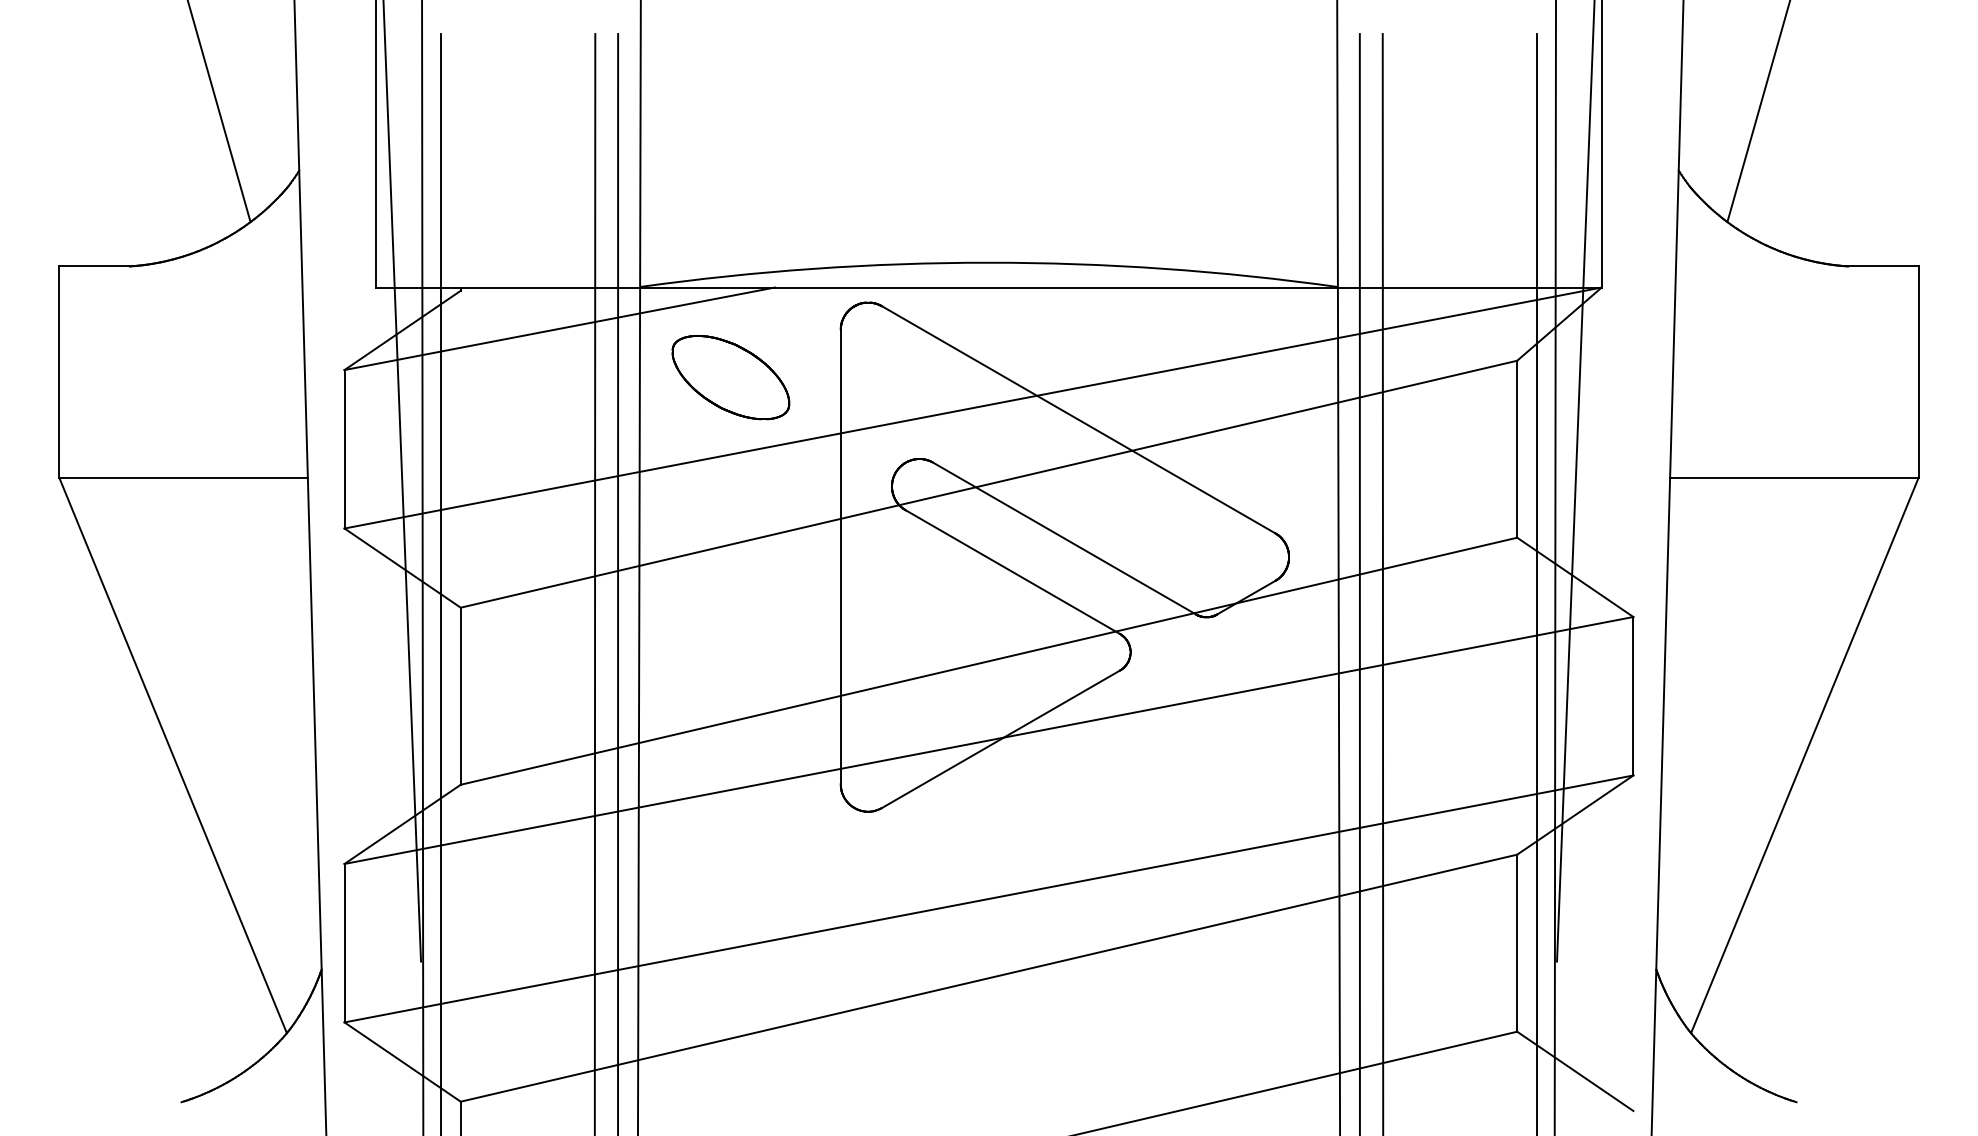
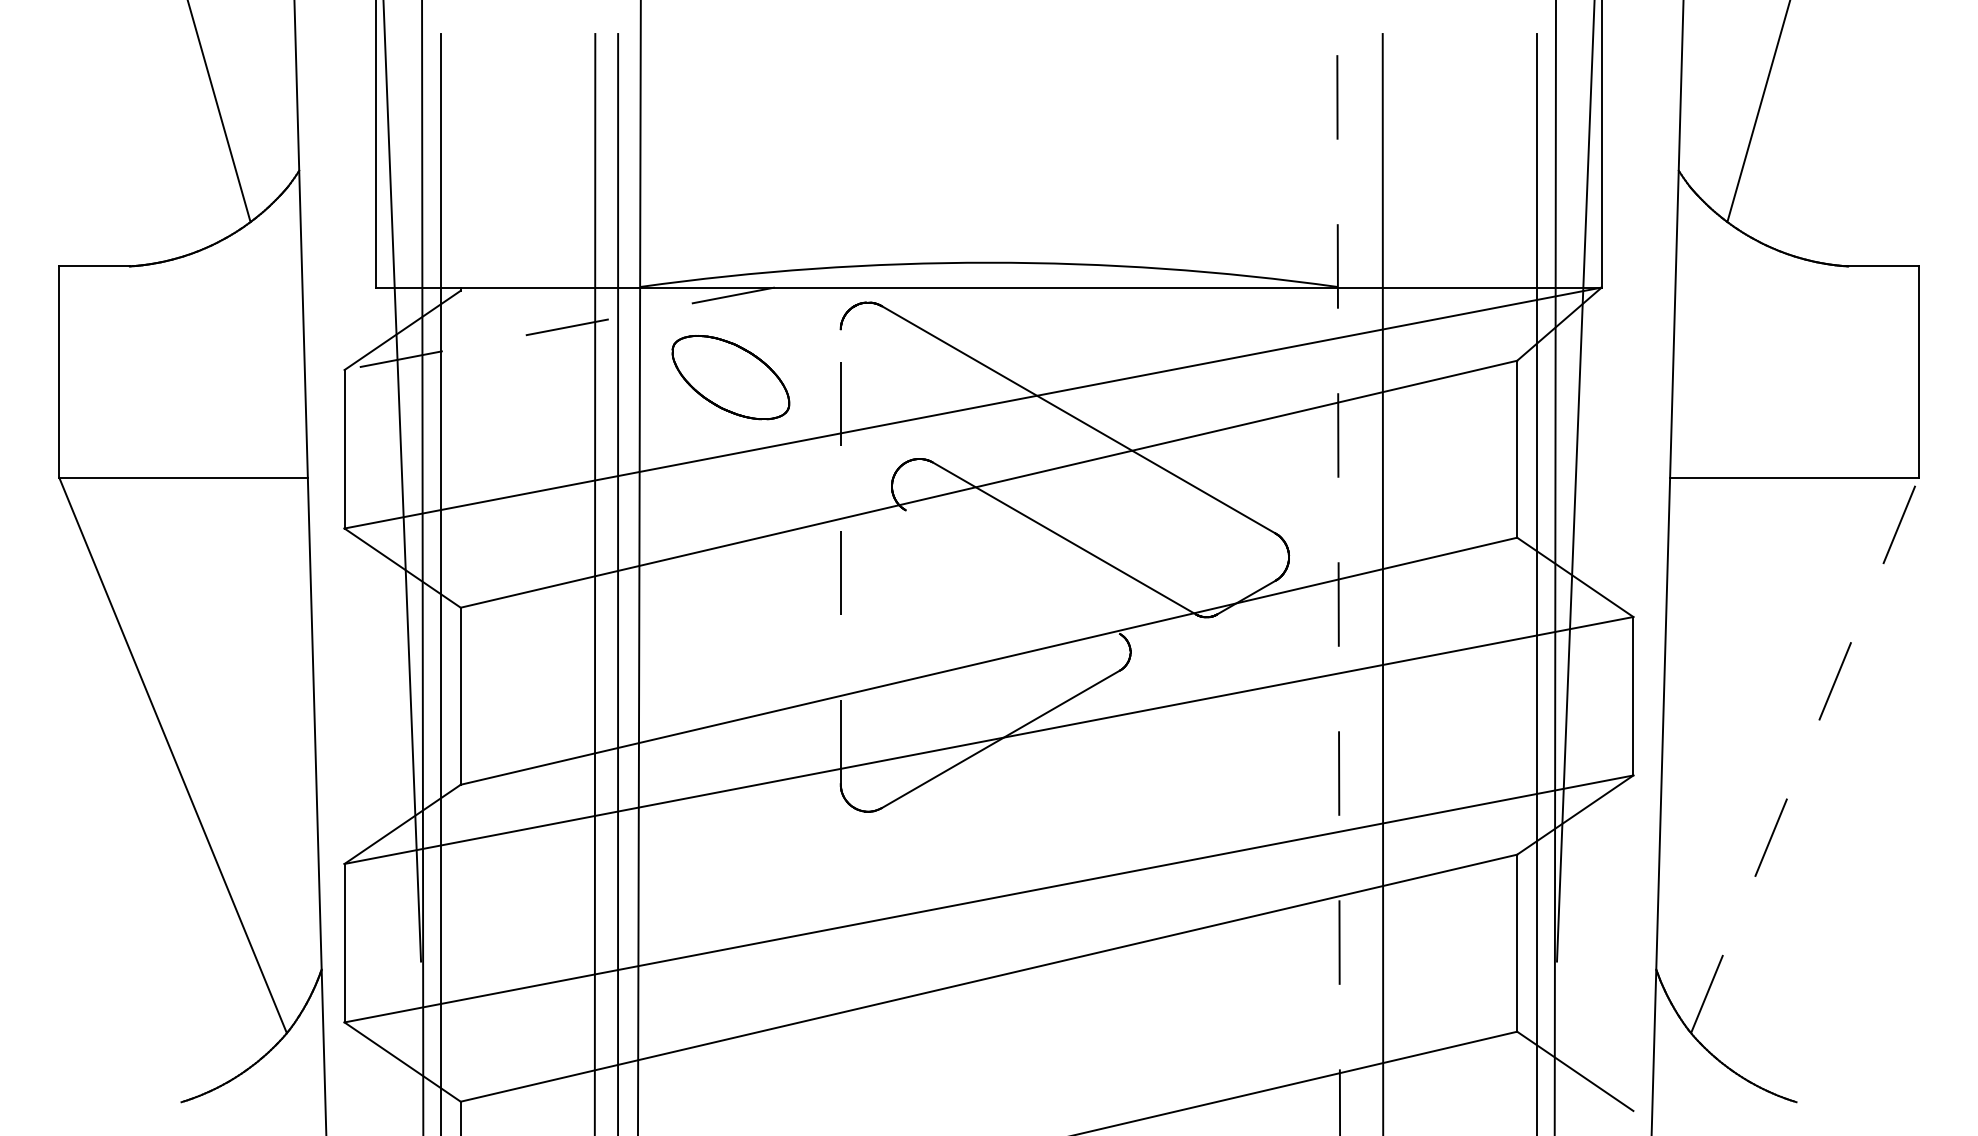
line at (559, 328): solid -> dashed
line at (840, 556): solid -> dashed
line at (1338, 567): solid -> dashed
line at (1012, 572): present -> none
line at (1359, 583): present -> none
line at (1805, 755): solid -> dashed
